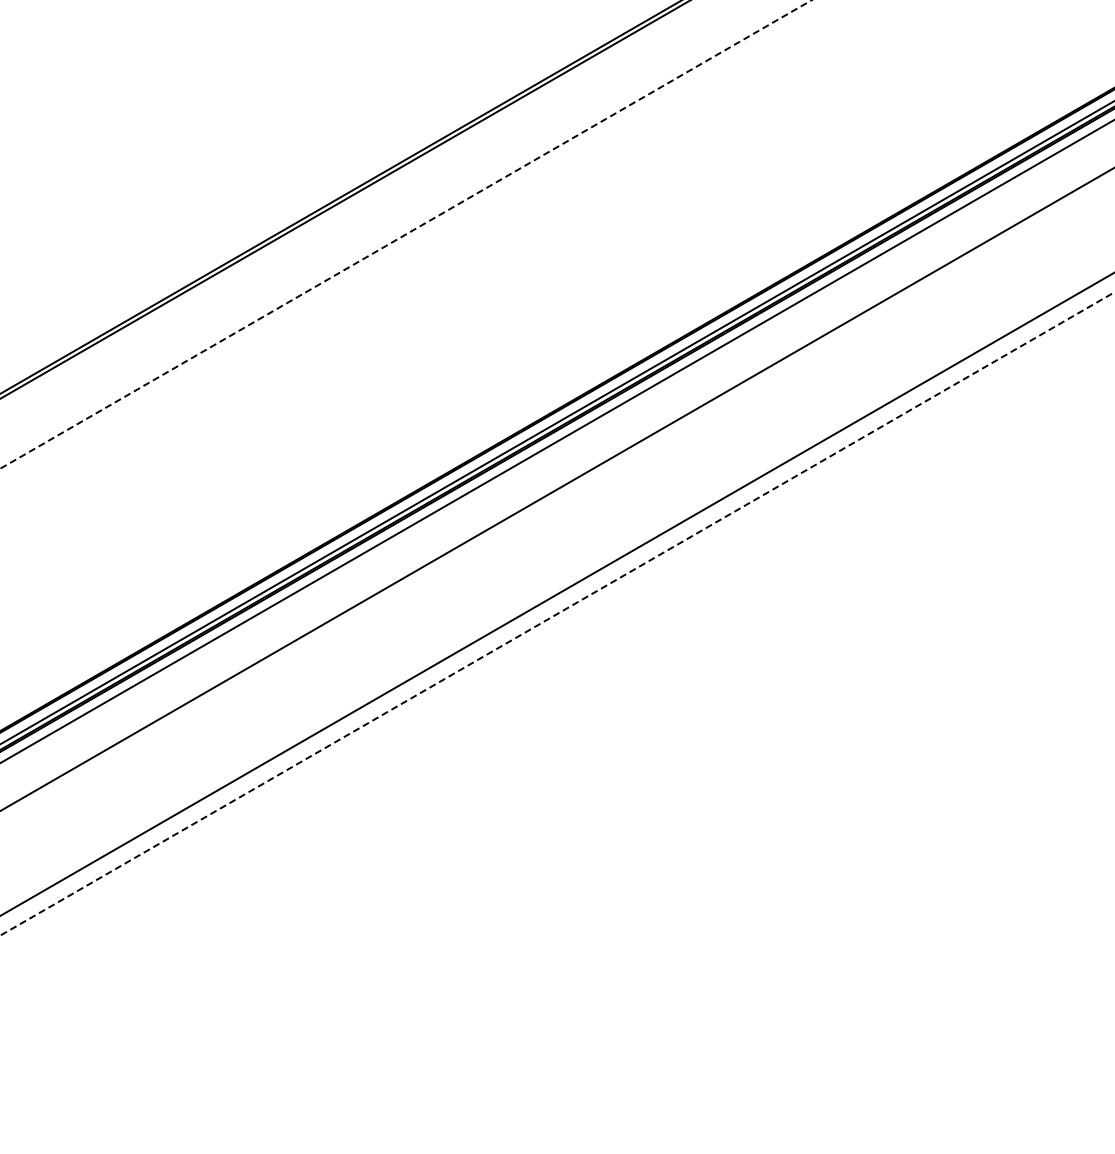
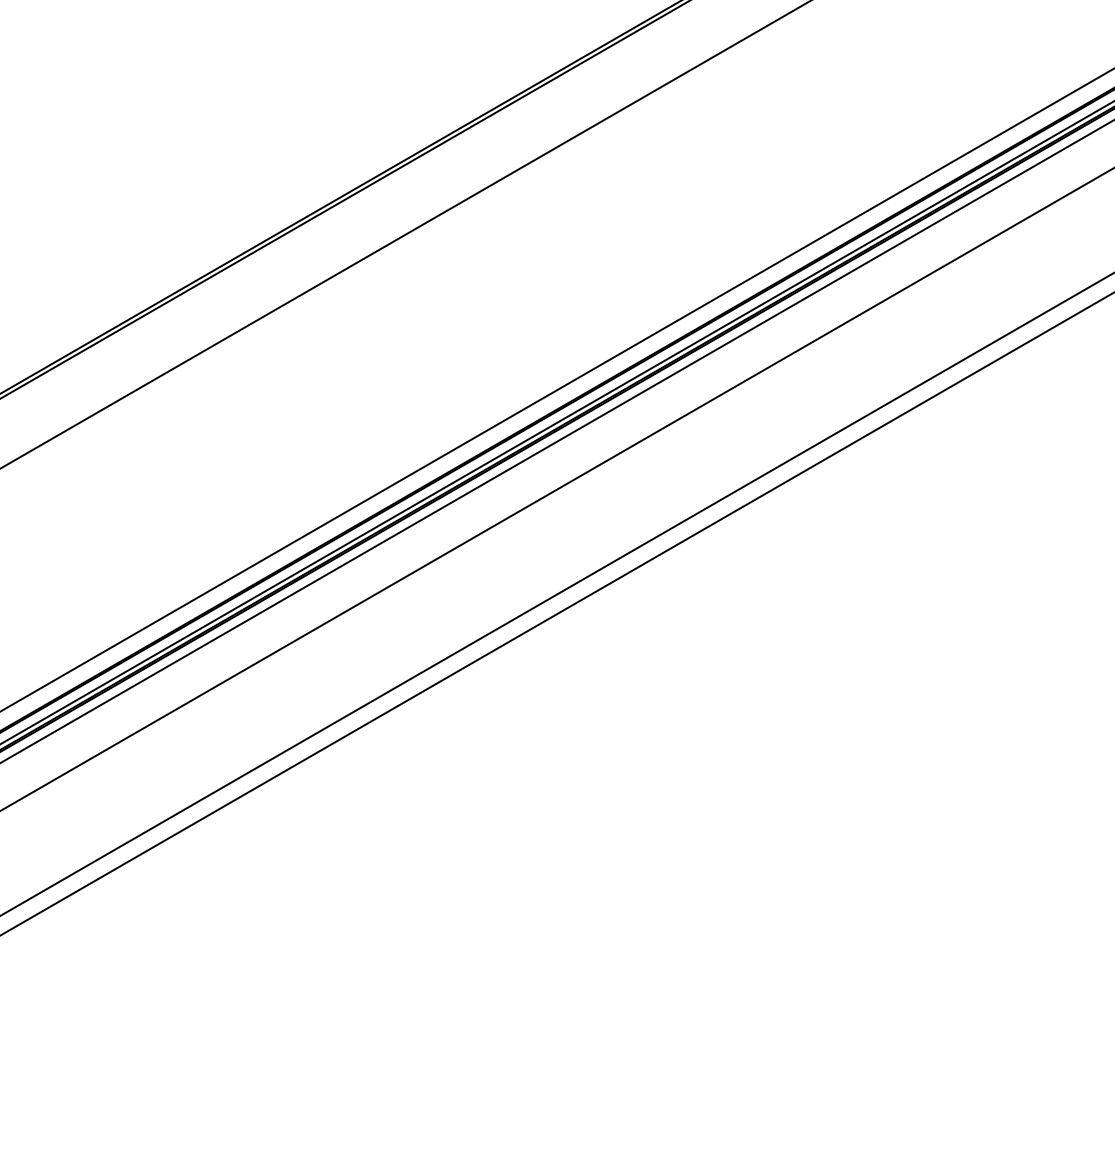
line at (405, 234): dashed -> solid
line at (556, 389): none -> present
line at (558, 613): dashed -> solid
